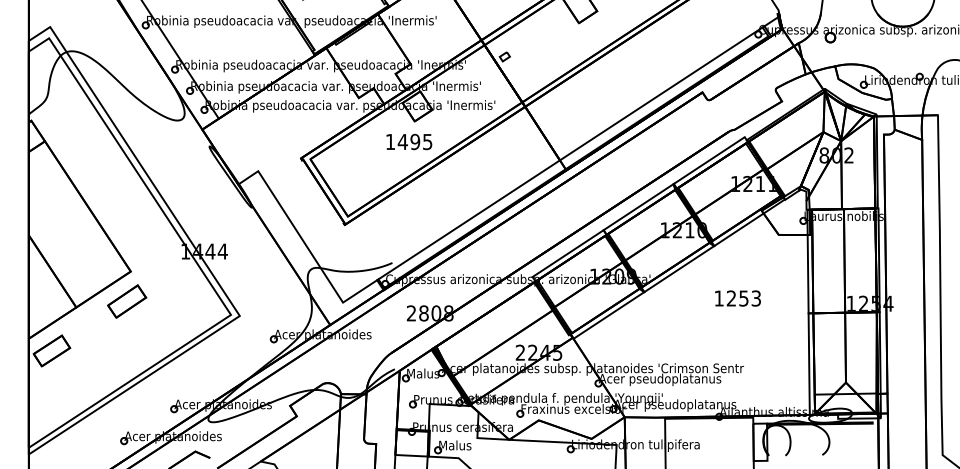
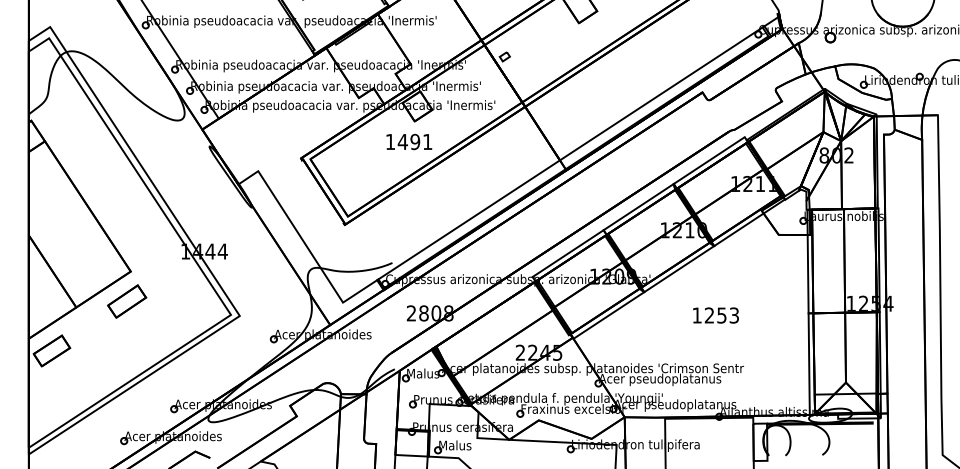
text at (427, 142): 1495 -> 1491
text at (737, 298) position: (737, 298) -> (715, 315)
